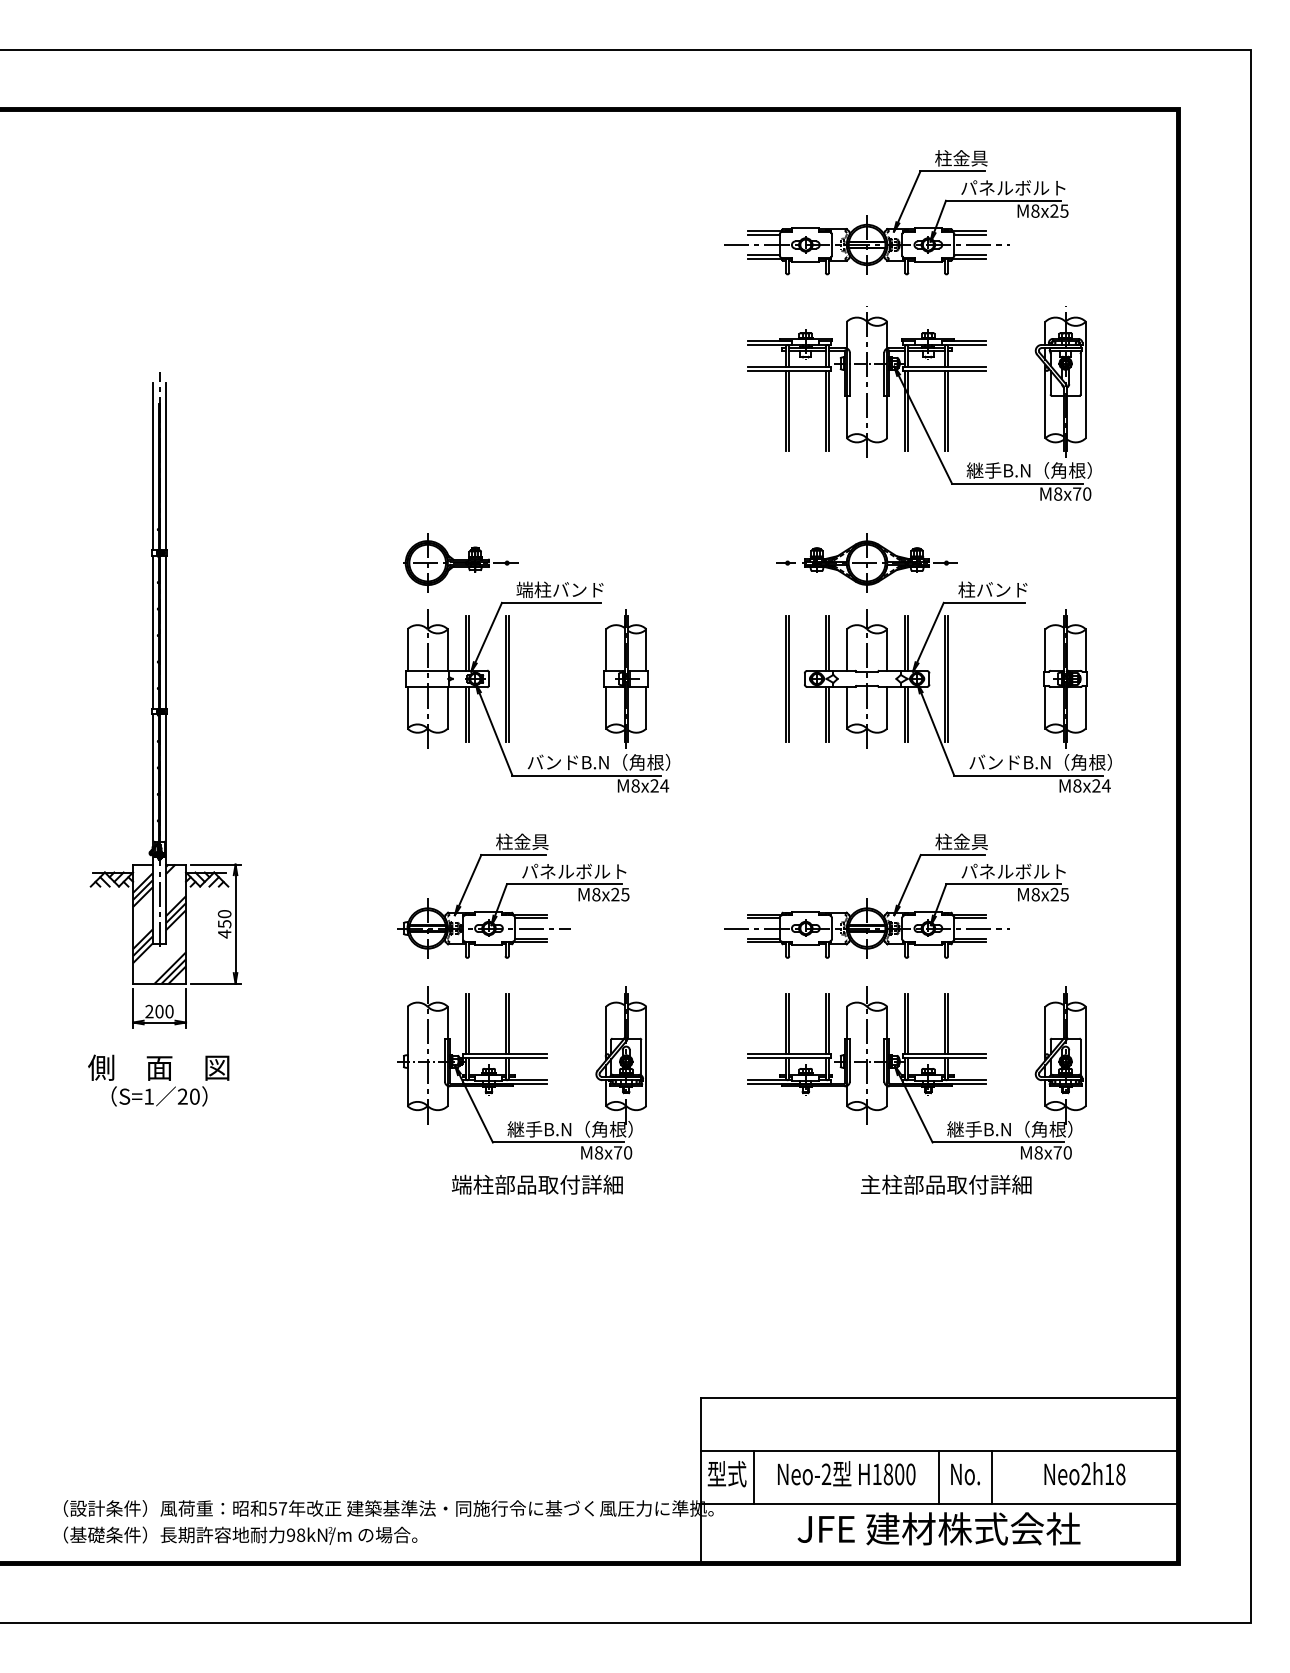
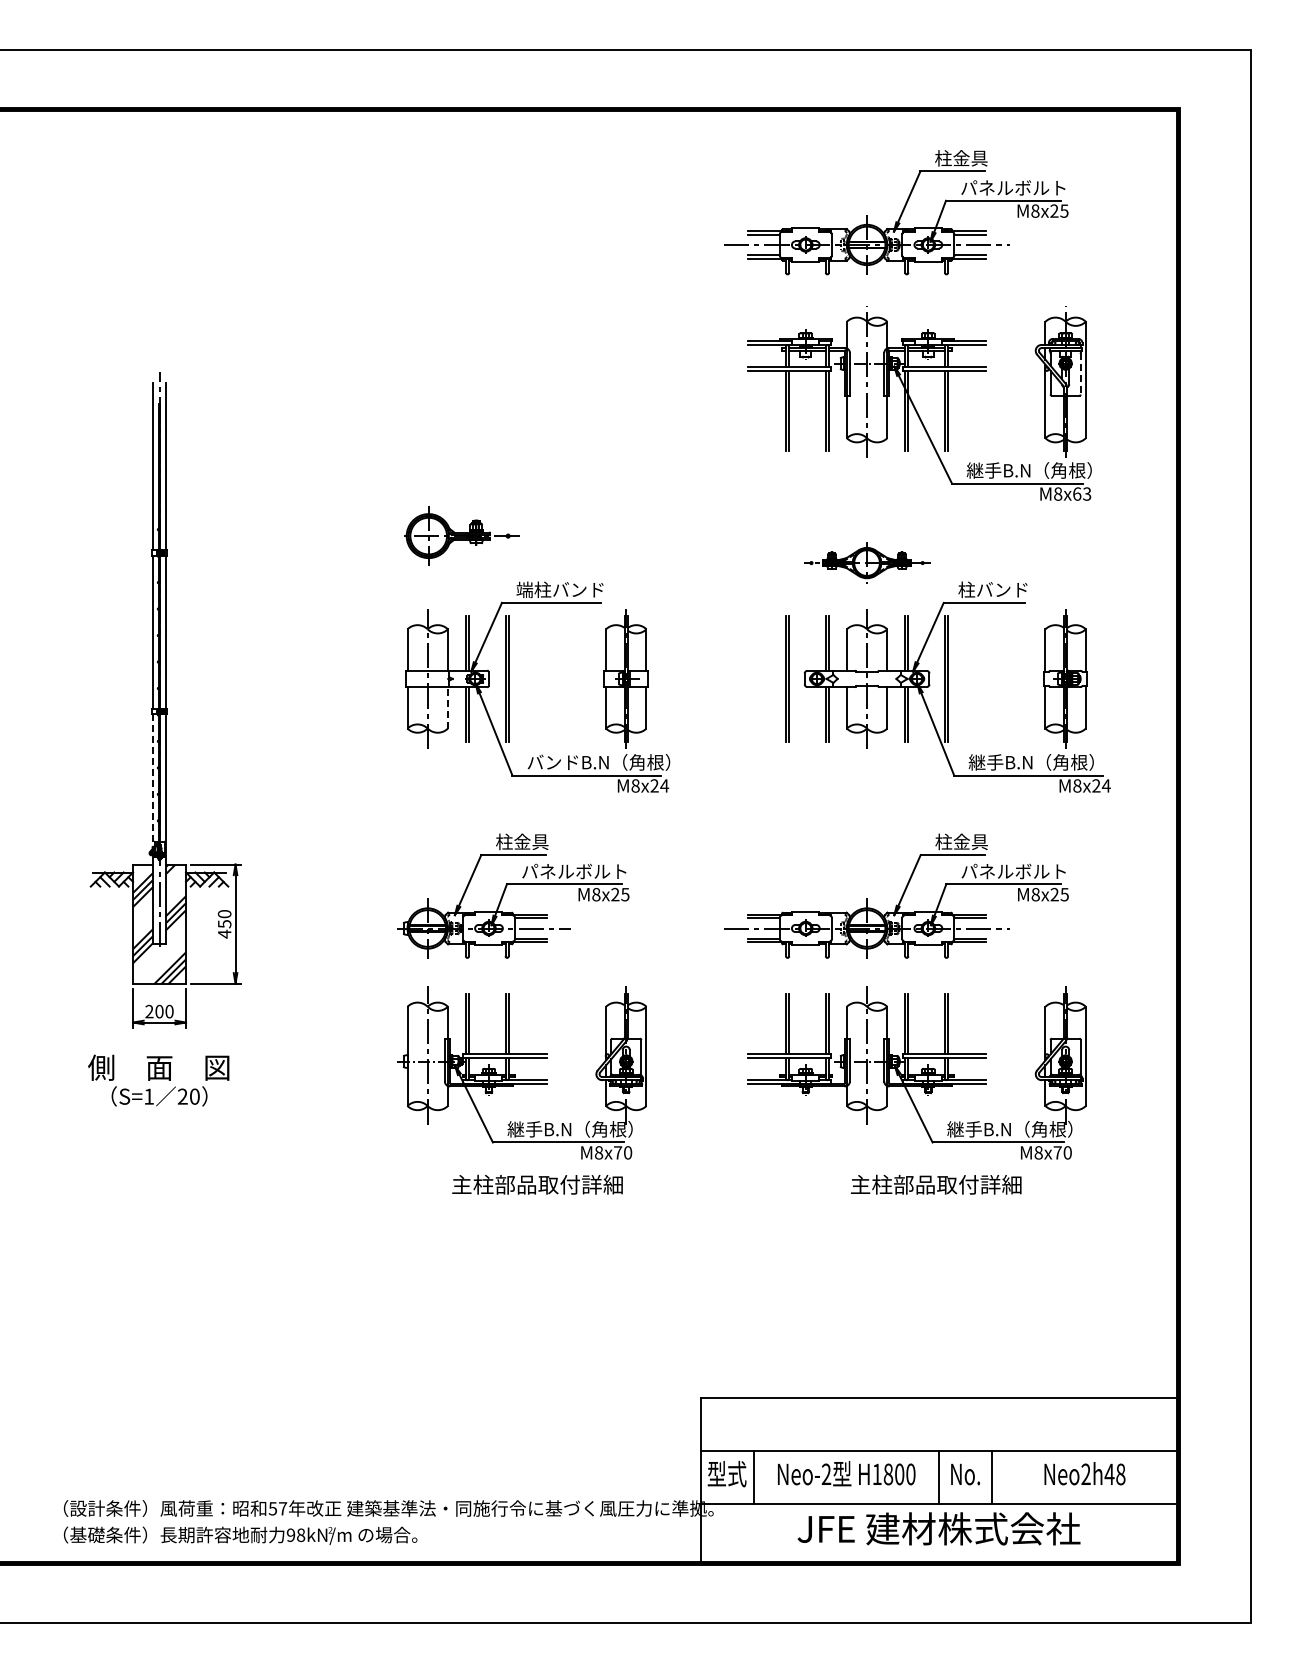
line at (1080, 373): solid -> dashed
text at (1082, 493): M8x70 -> M8x63
part at (460, 562) position: (460, 562) -> (461, 535)
part at (866, 562) size: 182x60 px -> 127x42 px
line at (447, 707): solid -> dashed
text at (1039, 762): バンドB.N（角根） -> 継手B.N（角根）
line at (152, 781): solid -> dashed
text at (461, 1184): 端柱部品取付詳細 -> 主柱部品取付詳細
text at (946, 1184) position: (946, 1184) -> (936, 1184)
text at (1109, 1473): Neo2h18 -> Neo2h48
